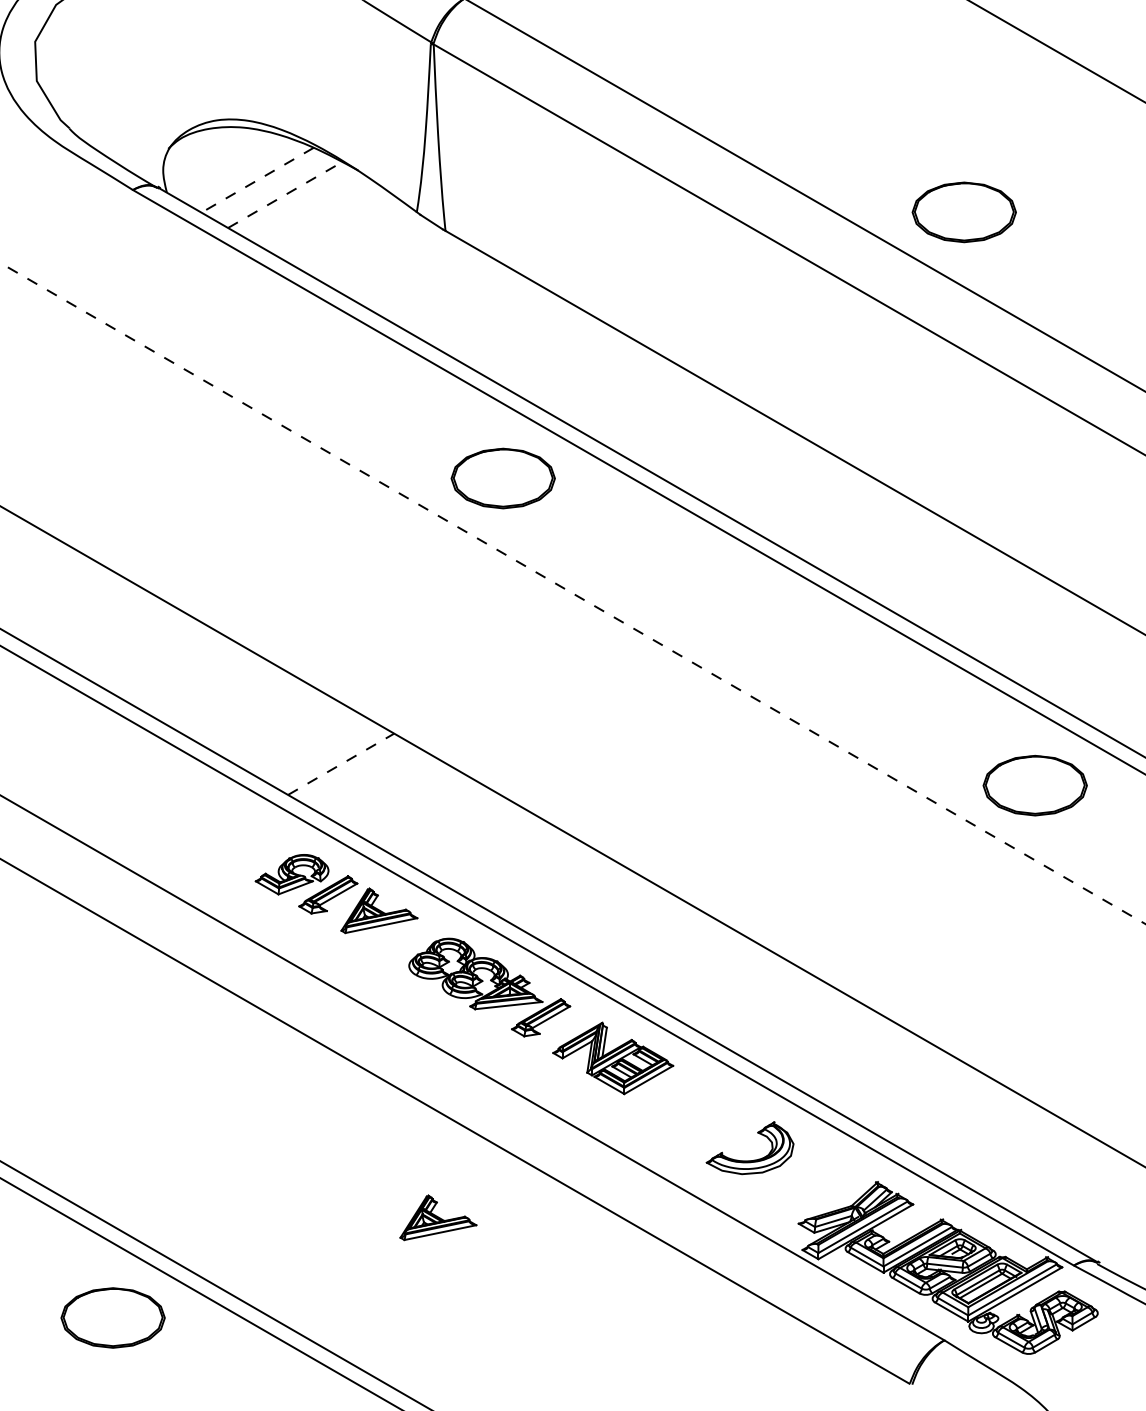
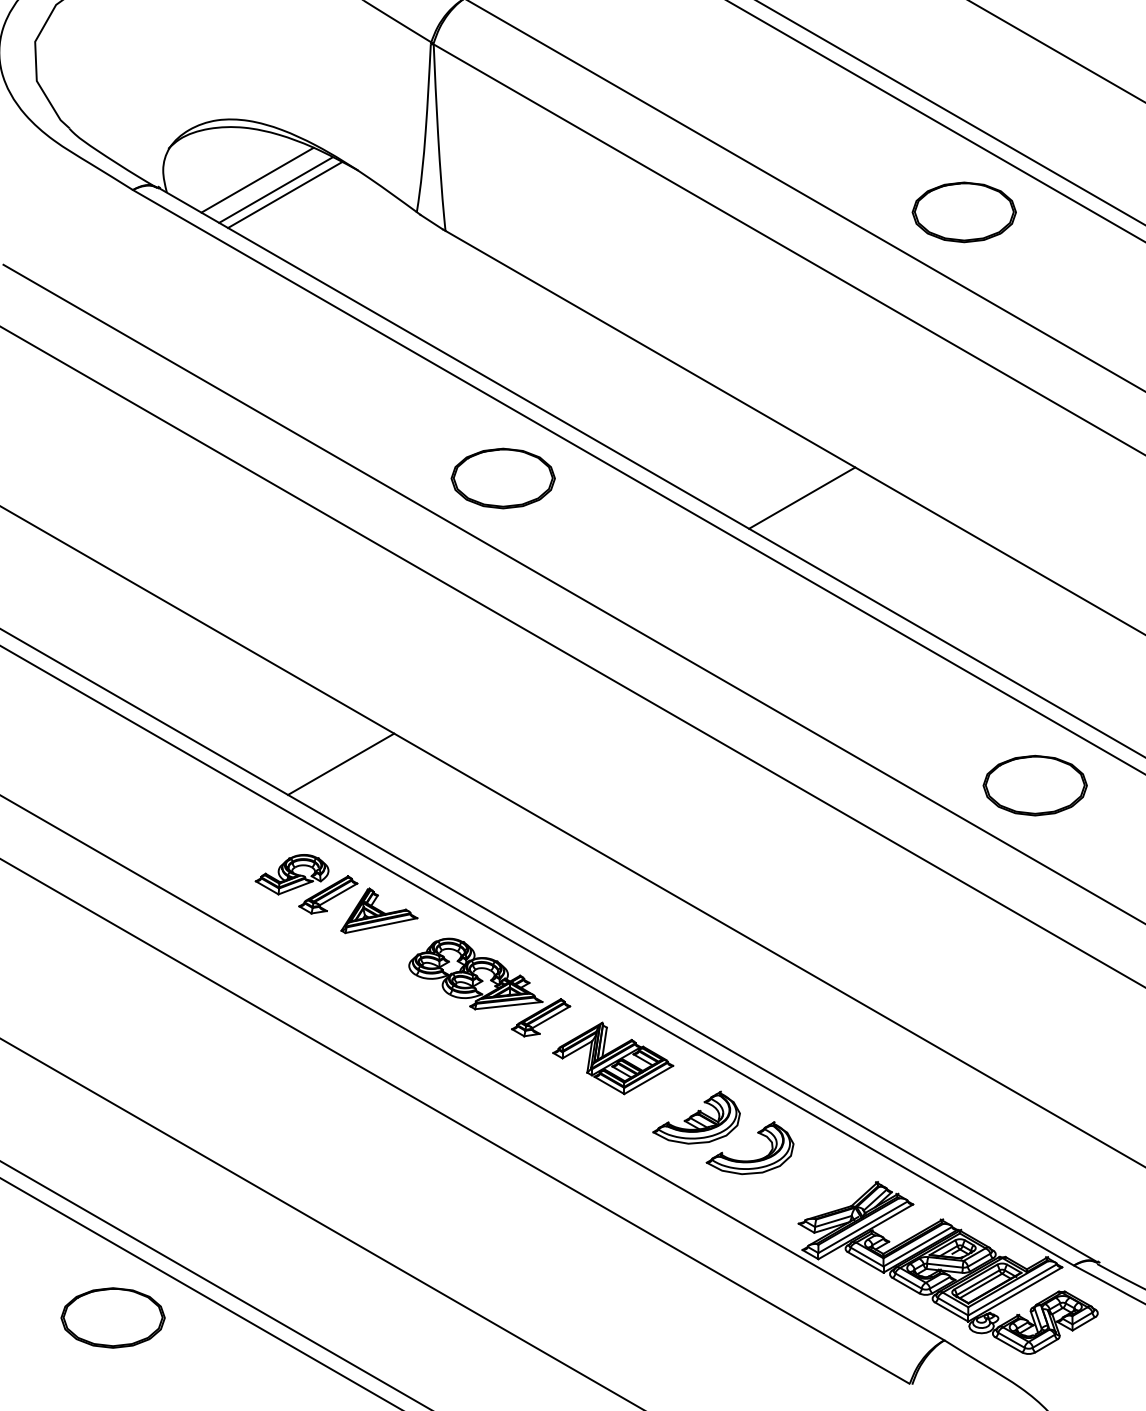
line at (950, 112): none -> present
line at (936, 121): none -> present
line at (257, 180): dashed -> solid
line at (275, 189): none -> present
line at (285, 195): dashed -> solid
line at (802, 497): none -> present
line at (574, 594): dashed -> solid
line at (572, 656): none -> present
line at (341, 764): dashed -> solid
part at (696, 1117): none -> present
part at (438, 1217): present -> none
line at (321, 1223): none -> present
